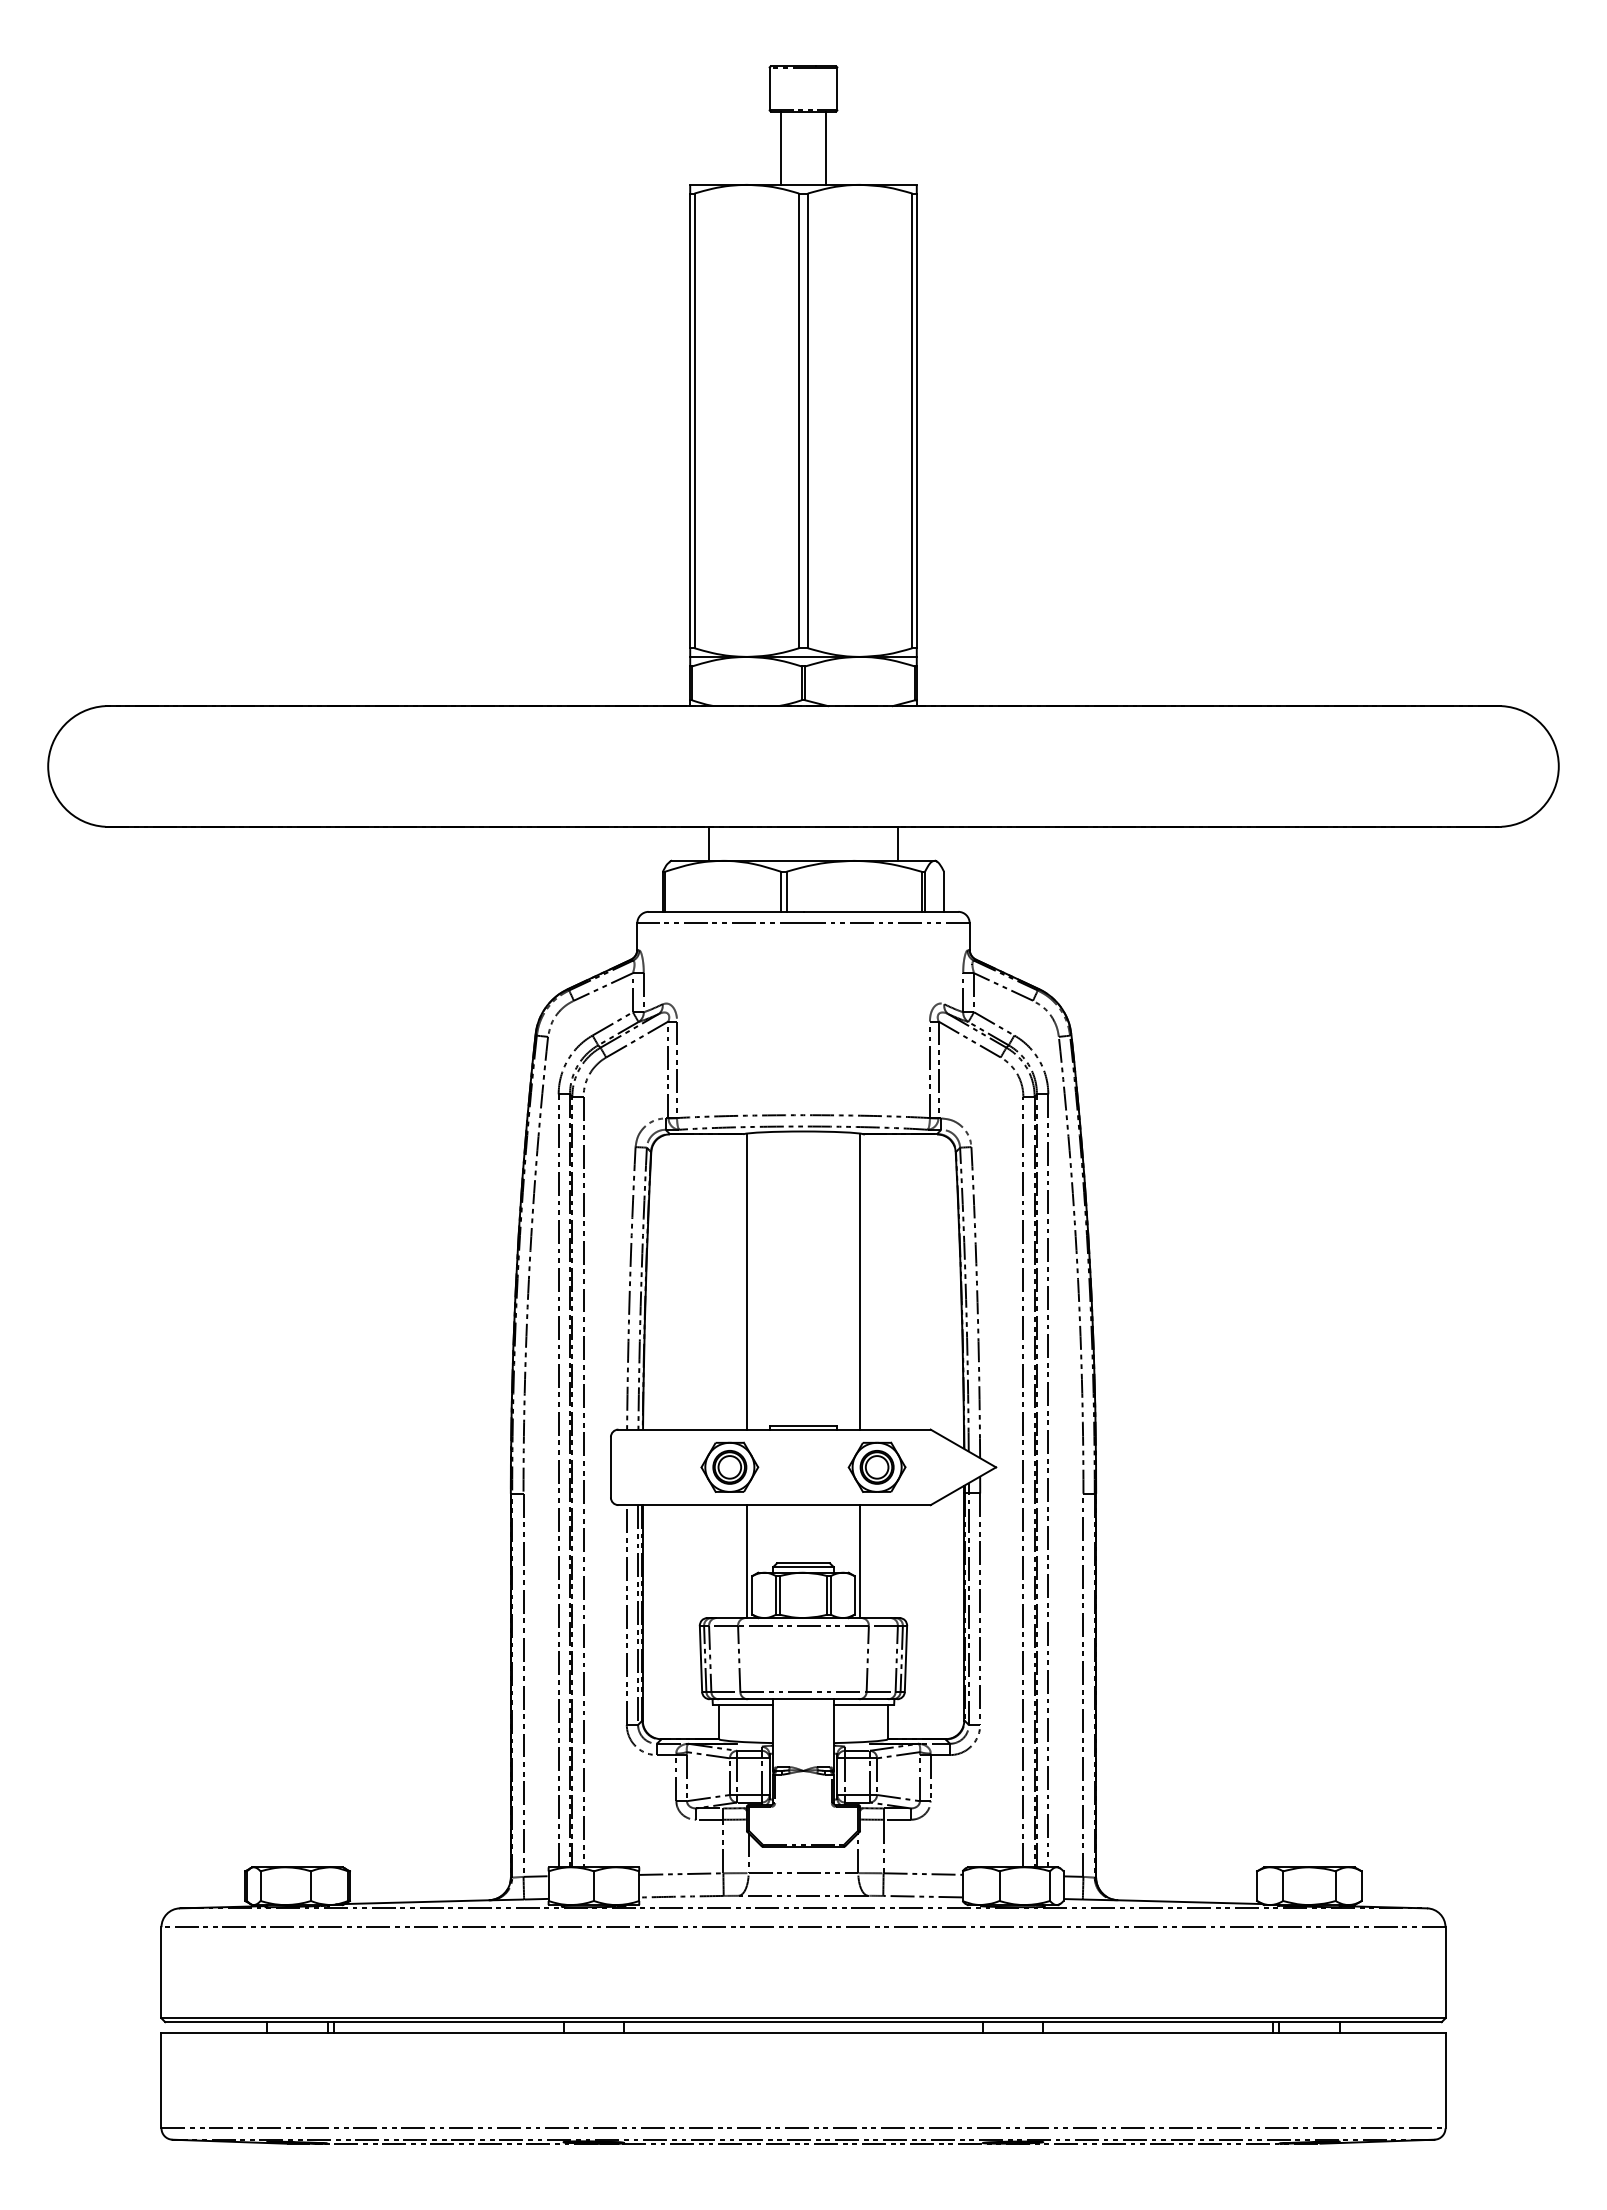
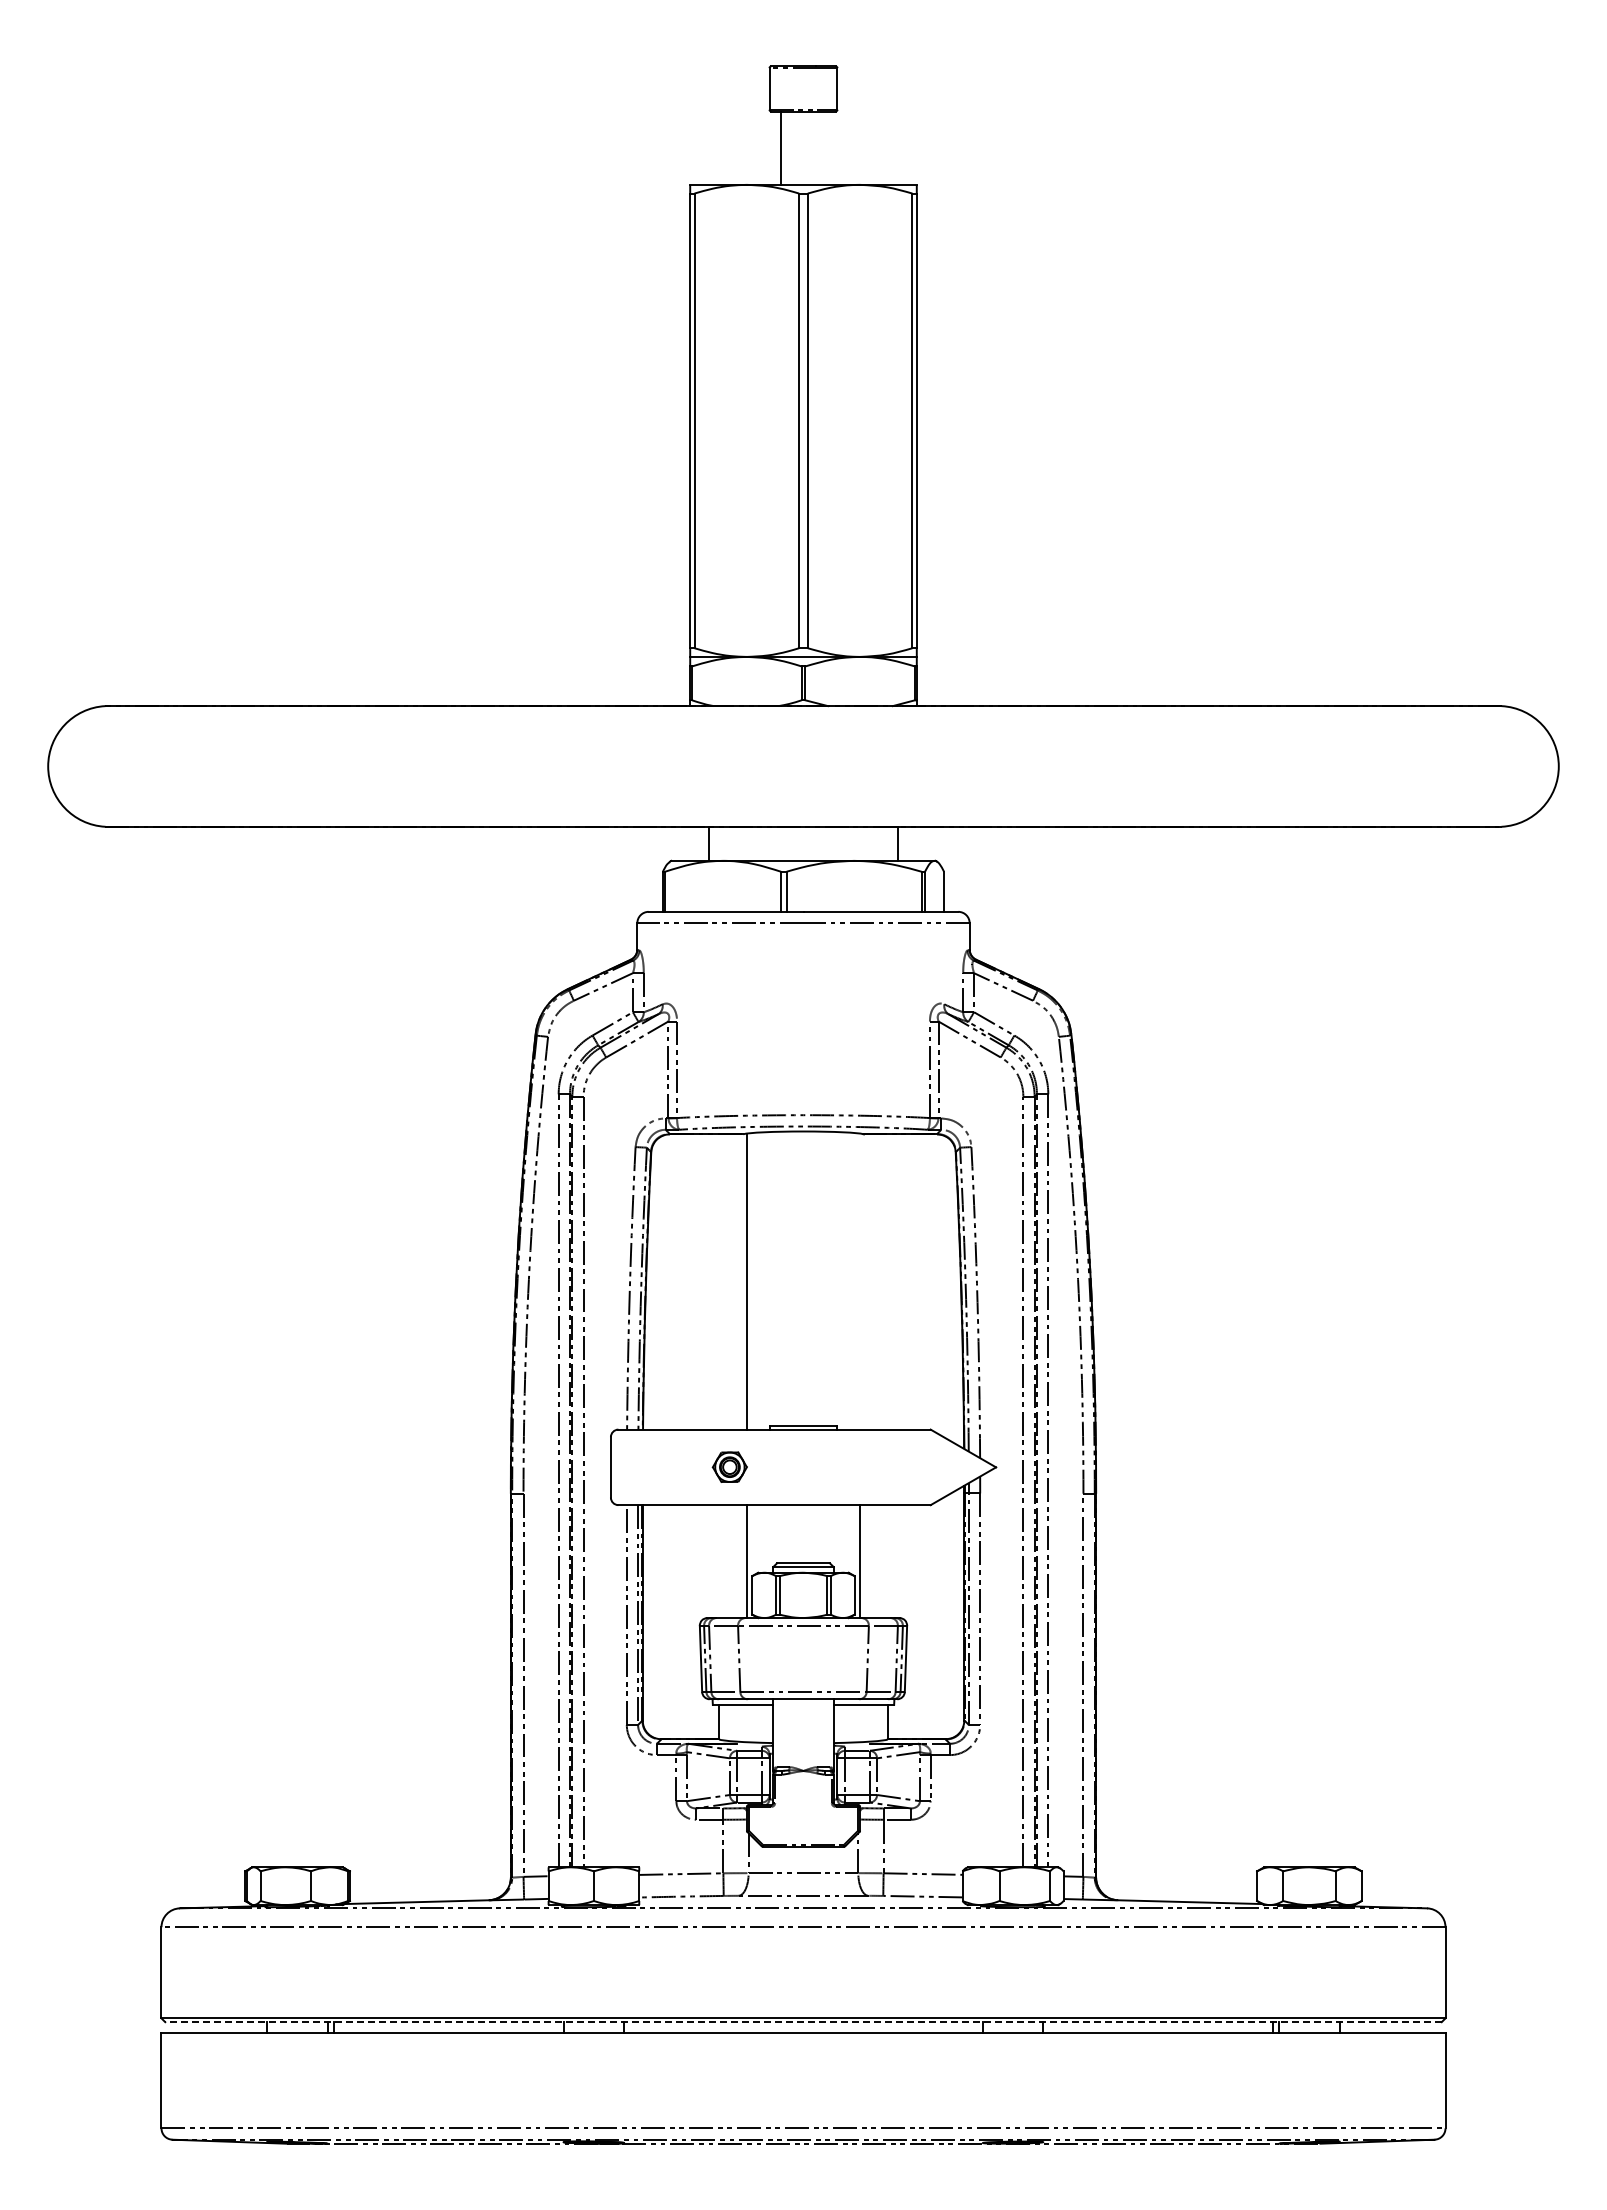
line at (826, 147): present -> none
line at (860, 1281): present -> none
part at (729, 1466) size: 60x52 px -> 37x32 px
part at (876, 1466): present -> none
line at (803, 2022): solid -> dashed
